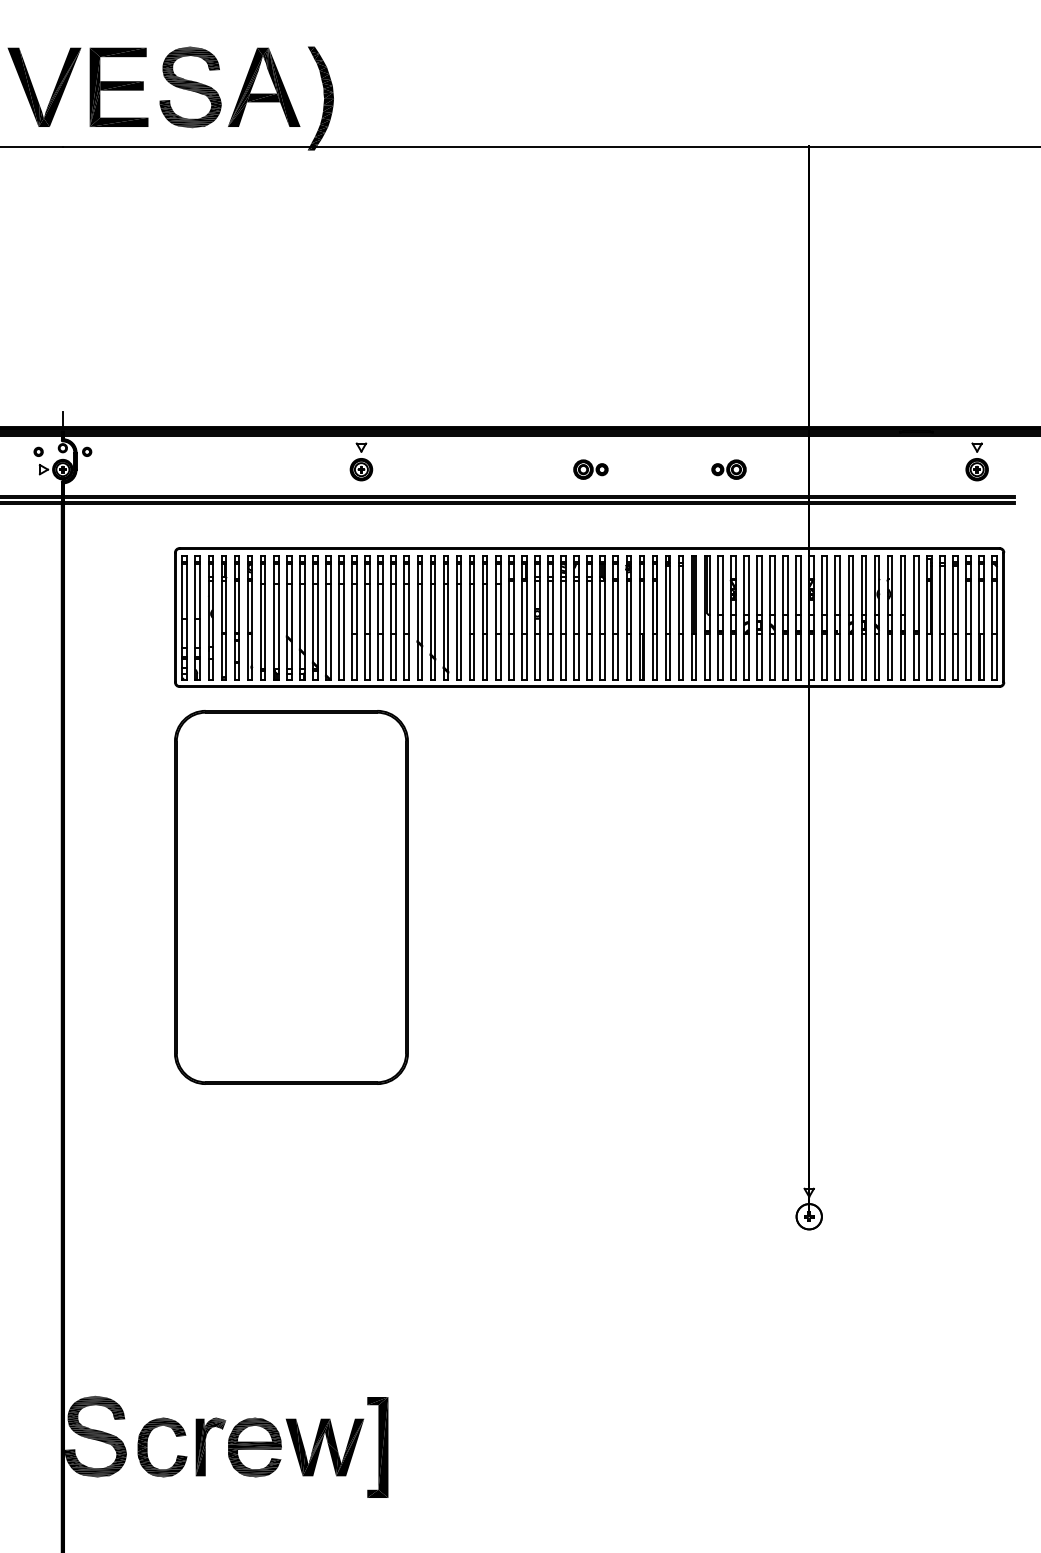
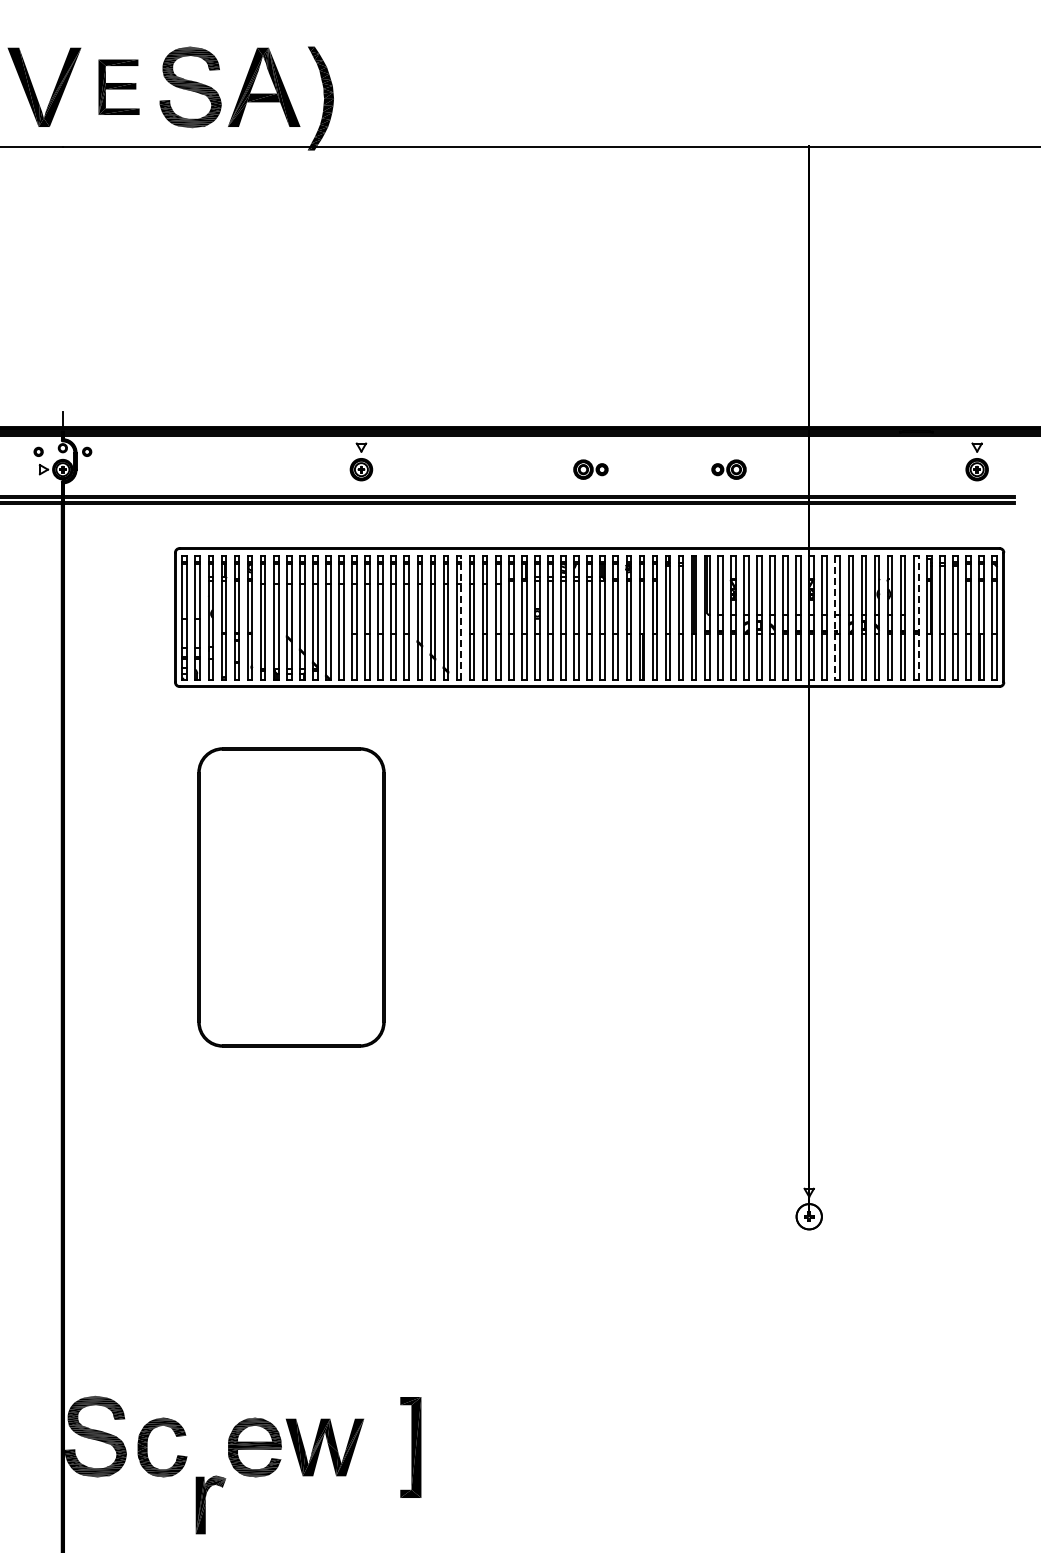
part at (118, 86) size: 60x80 px -> 42x56 px
line at (461, 617): solid -> dashed
line at (918, 617): solid -> dashed
line at (835, 618): solid -> dashed
part at (291, 897) size: 235x375 px -> 189x301 px
part at (210, 1446) position: (210, 1446) -> (210, 1504)
part at (377, 1447) position: (377, 1447) -> (410, 1447)
